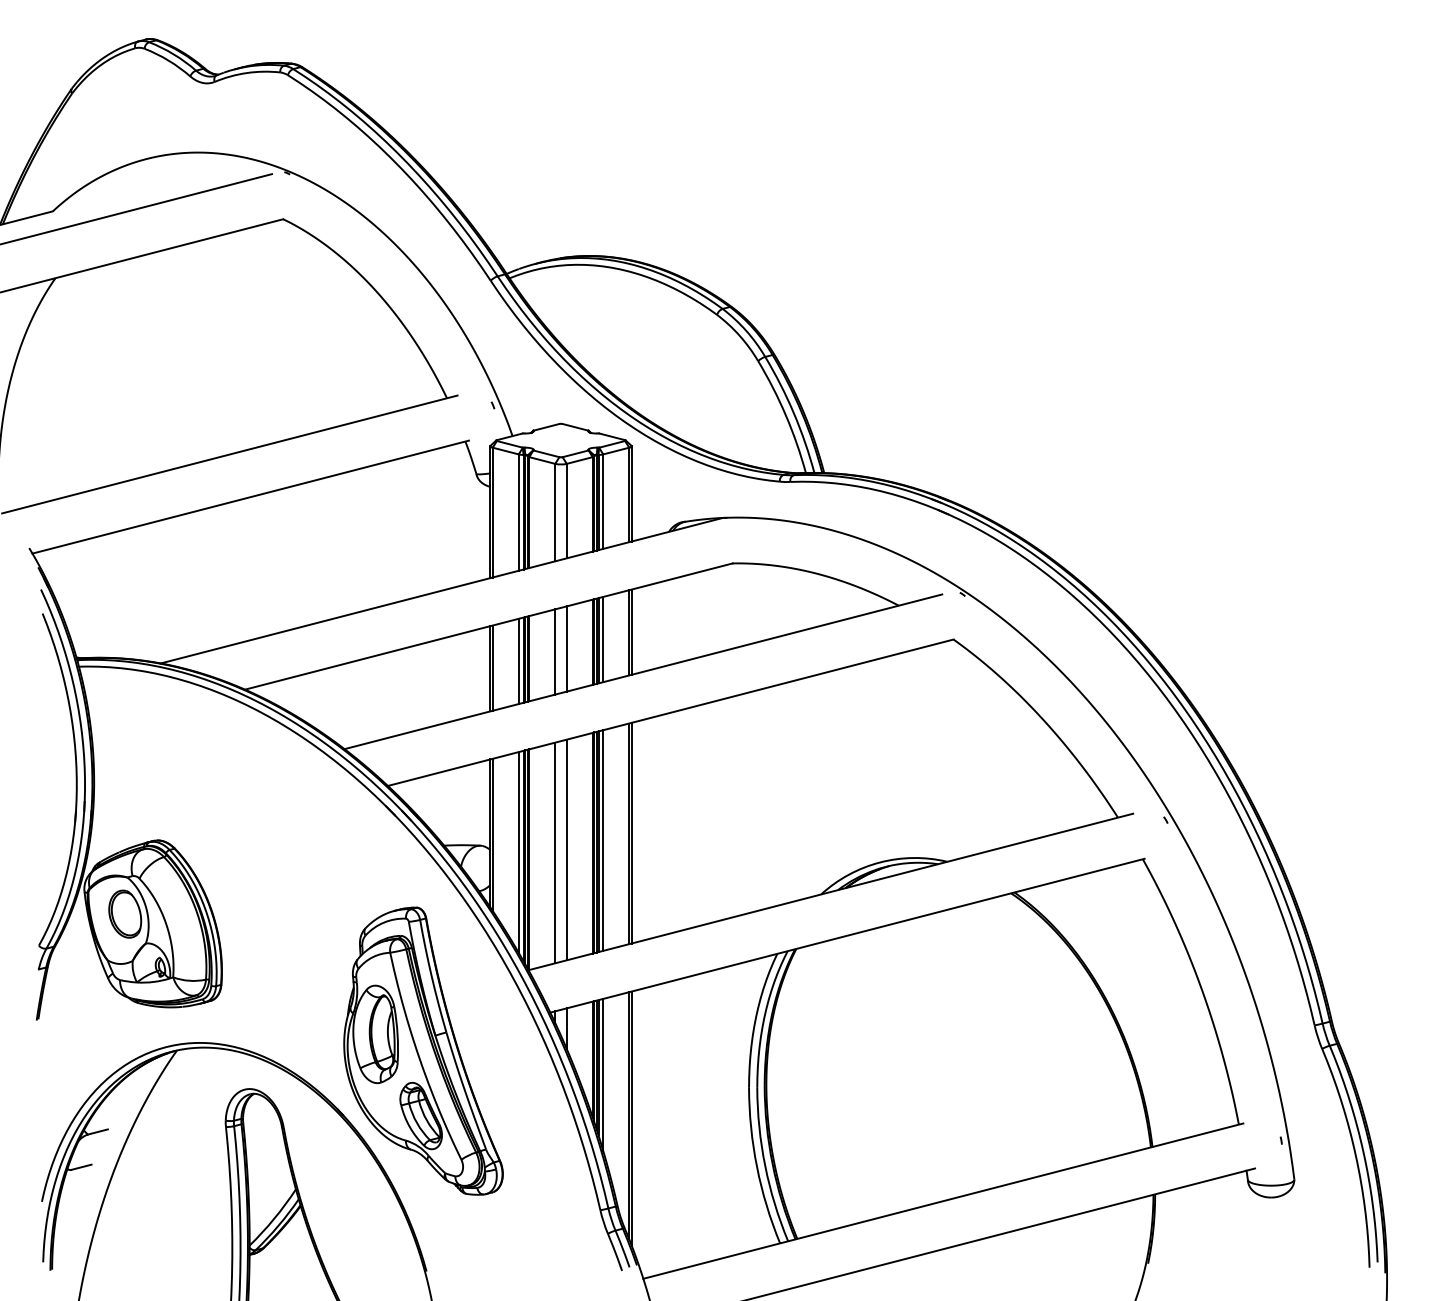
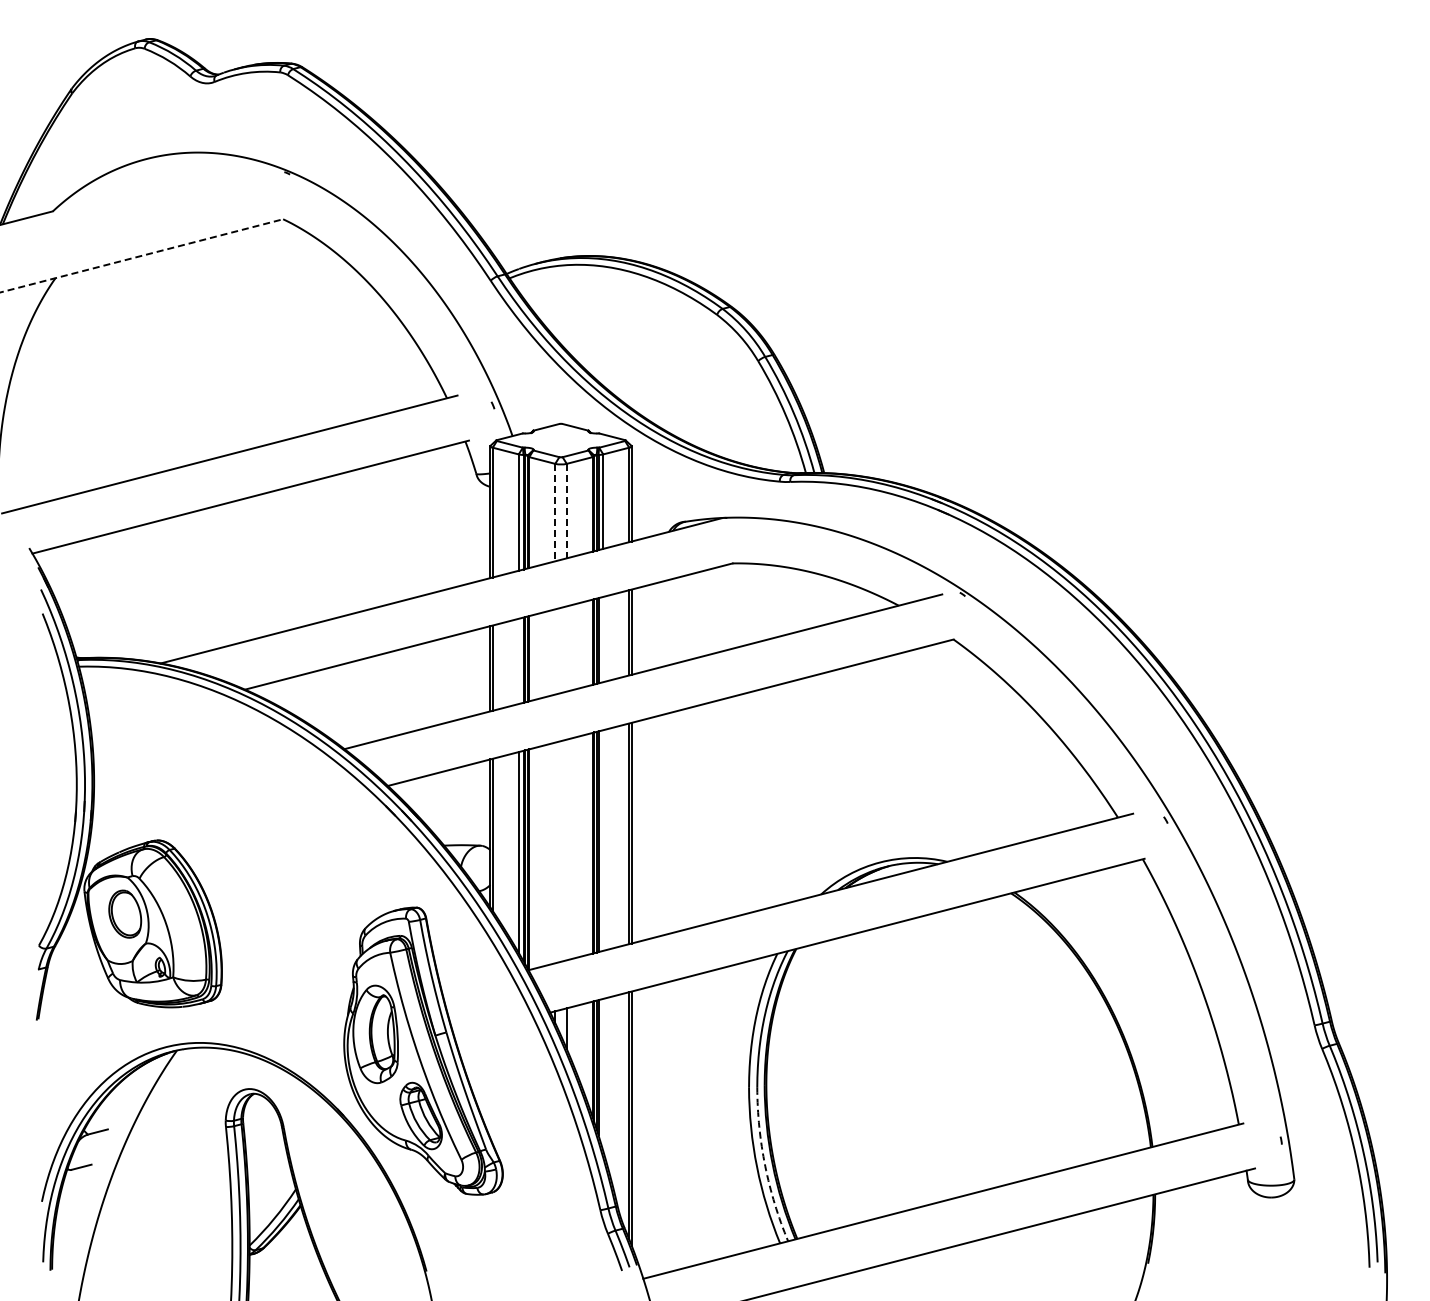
line at (137, 208): present -> none
line at (142, 255): solid -> dashed
line at (566, 511): solid -> dashed
line at (555, 512): solid -> dashed
line at (603, 639): present -> none
line at (566, 648): present -> none
line at (555, 651): present -> none
line at (518, 661): present -> none
line at (603, 840): present -> none
line at (566, 849): present -> none
line at (555, 852): present -> none
line at (603, 1074): present -> none
arc at (765, 1166): solid -> dashed
